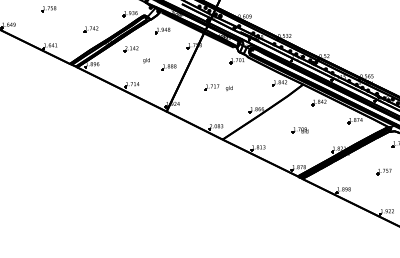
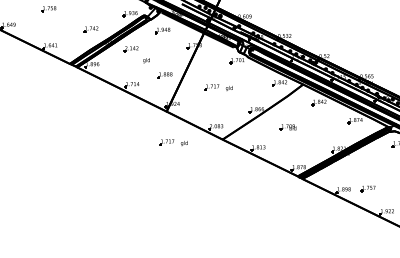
part at (168, 67) position: (168, 67) -> (164, 75)
part at (299, 130) position: (299, 130) -> (287, 127)
part at (173, 142): none -> present
part at (383, 171) position: (383, 171) -> (367, 188)
